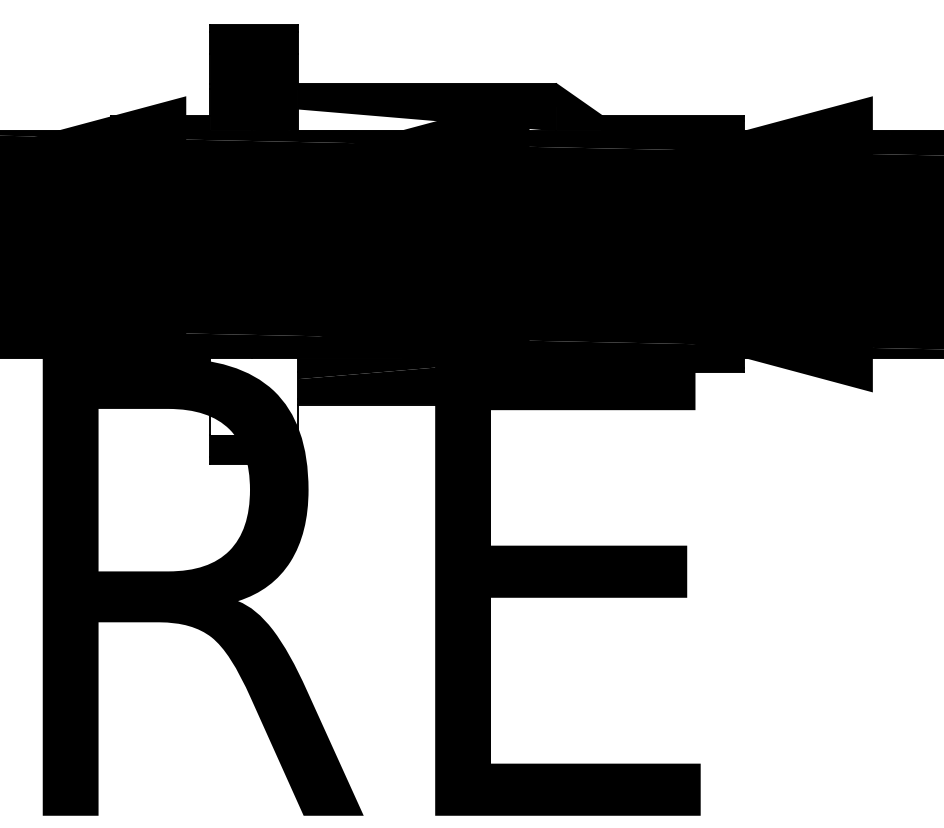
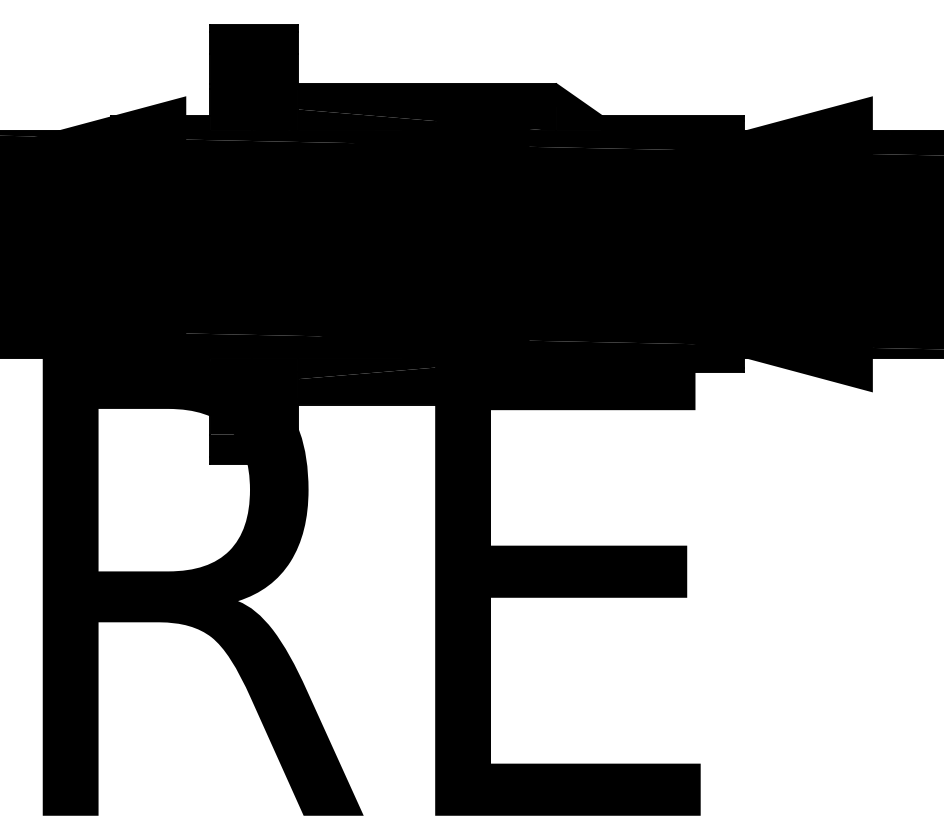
fill at (422, 119): none -> present
fill at (253, 396): none -> present
